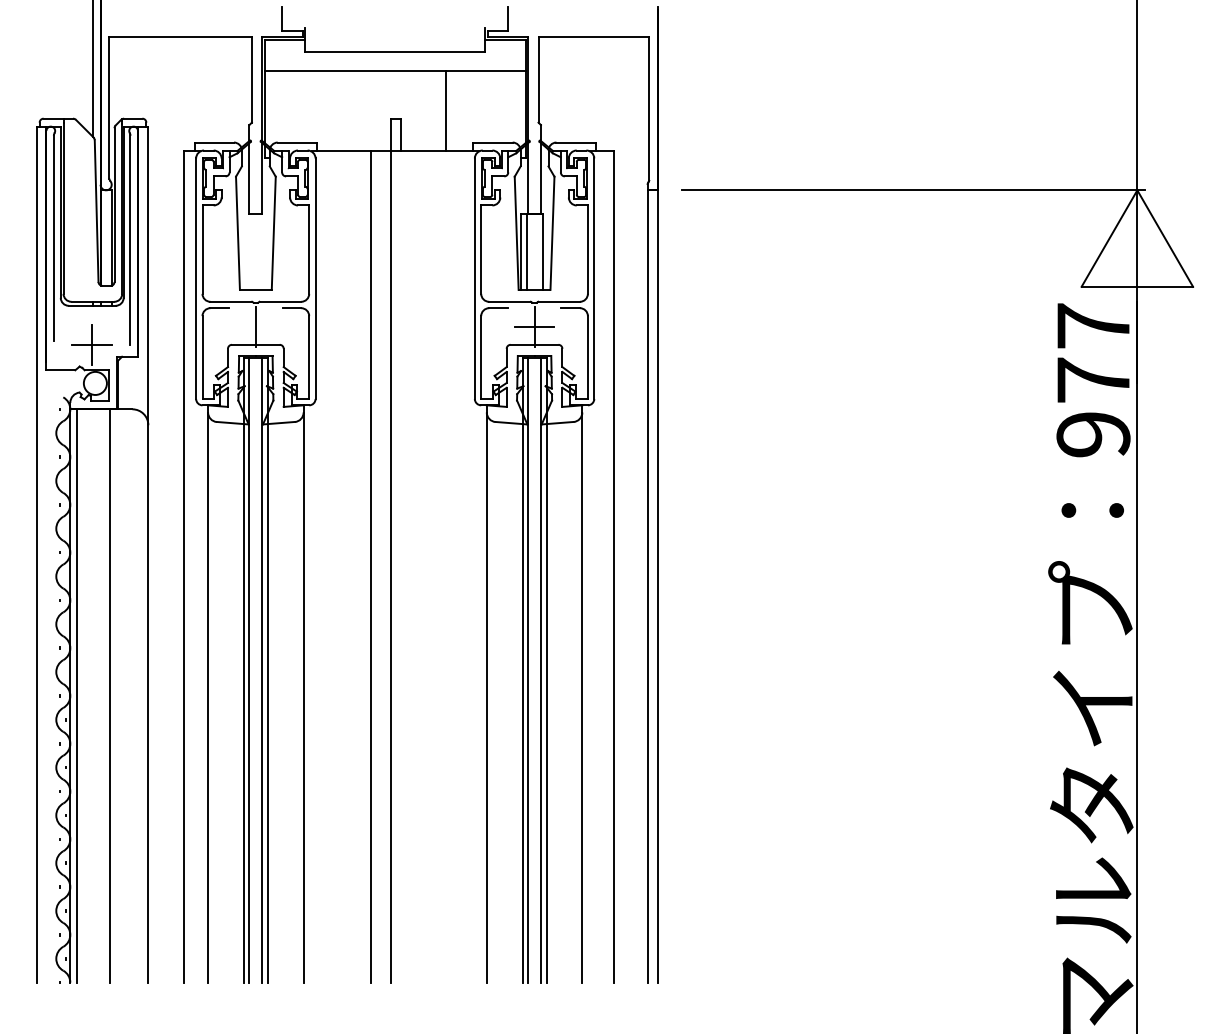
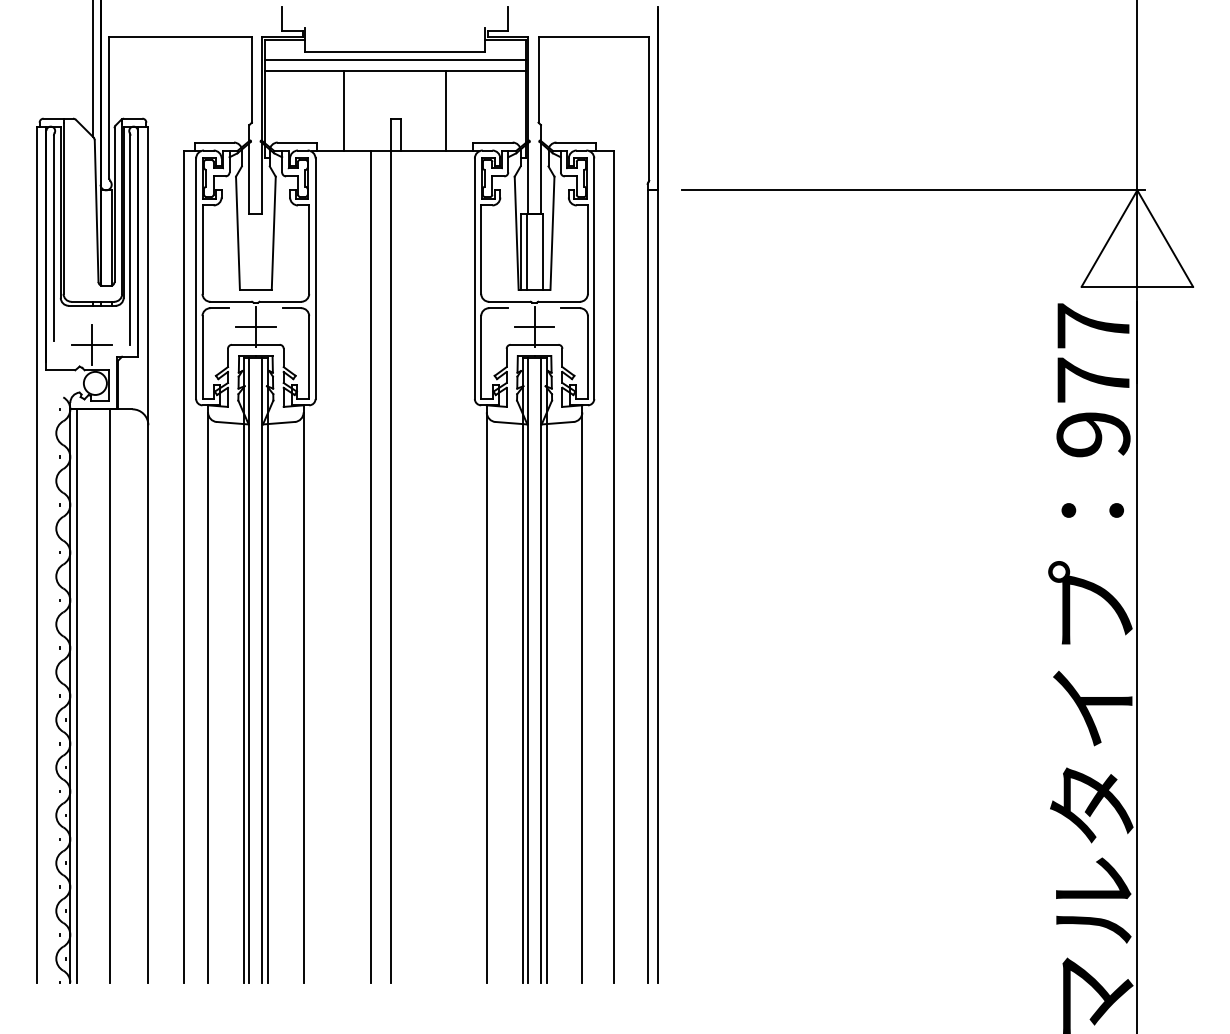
line at (394, 59): none -> present
line at (344, 110): none -> present
line at (255, 327): none -> present
